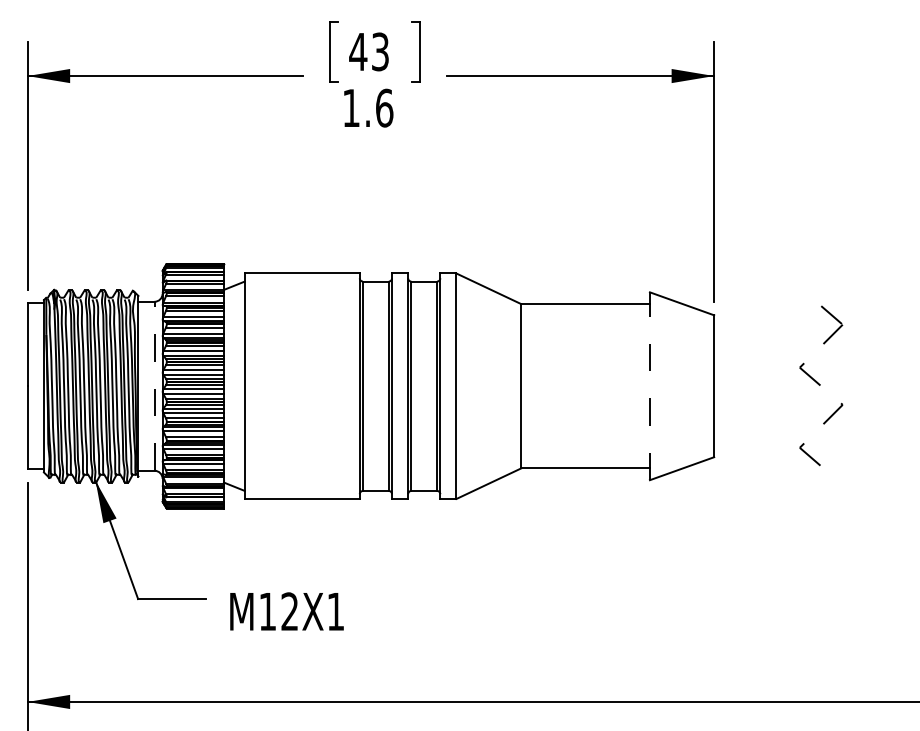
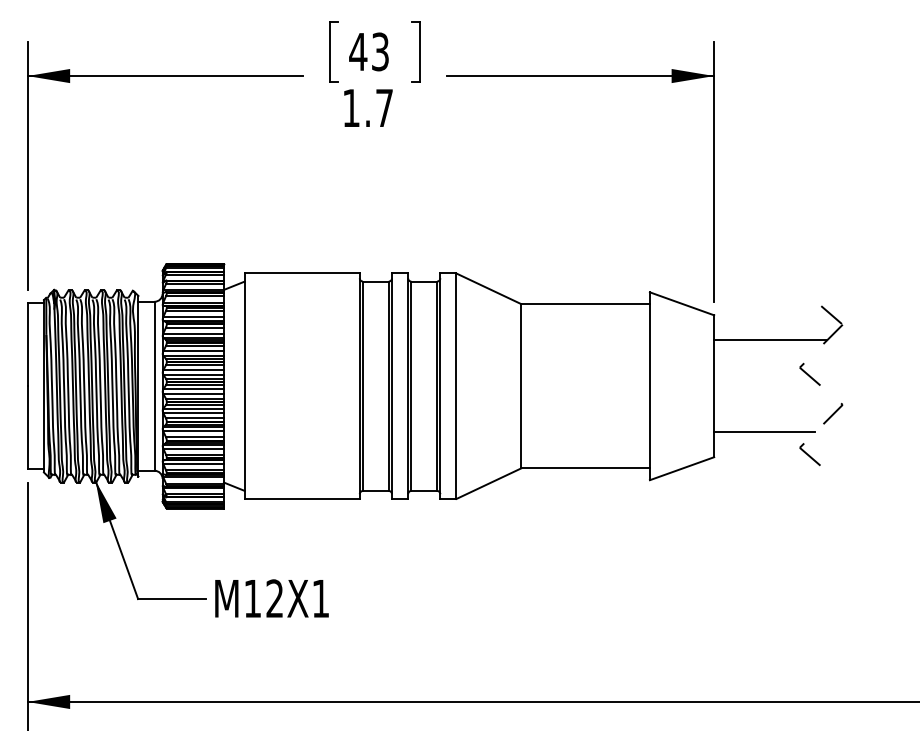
text at (384, 107): 1.6 -> 1.7
line at (770, 340): none -> present
line at (154, 385): dashed -> solid
line at (649, 386): dashed -> solid
line at (764, 432): none -> present
text at (286, 611) position: (286, 611) -> (271, 598)
